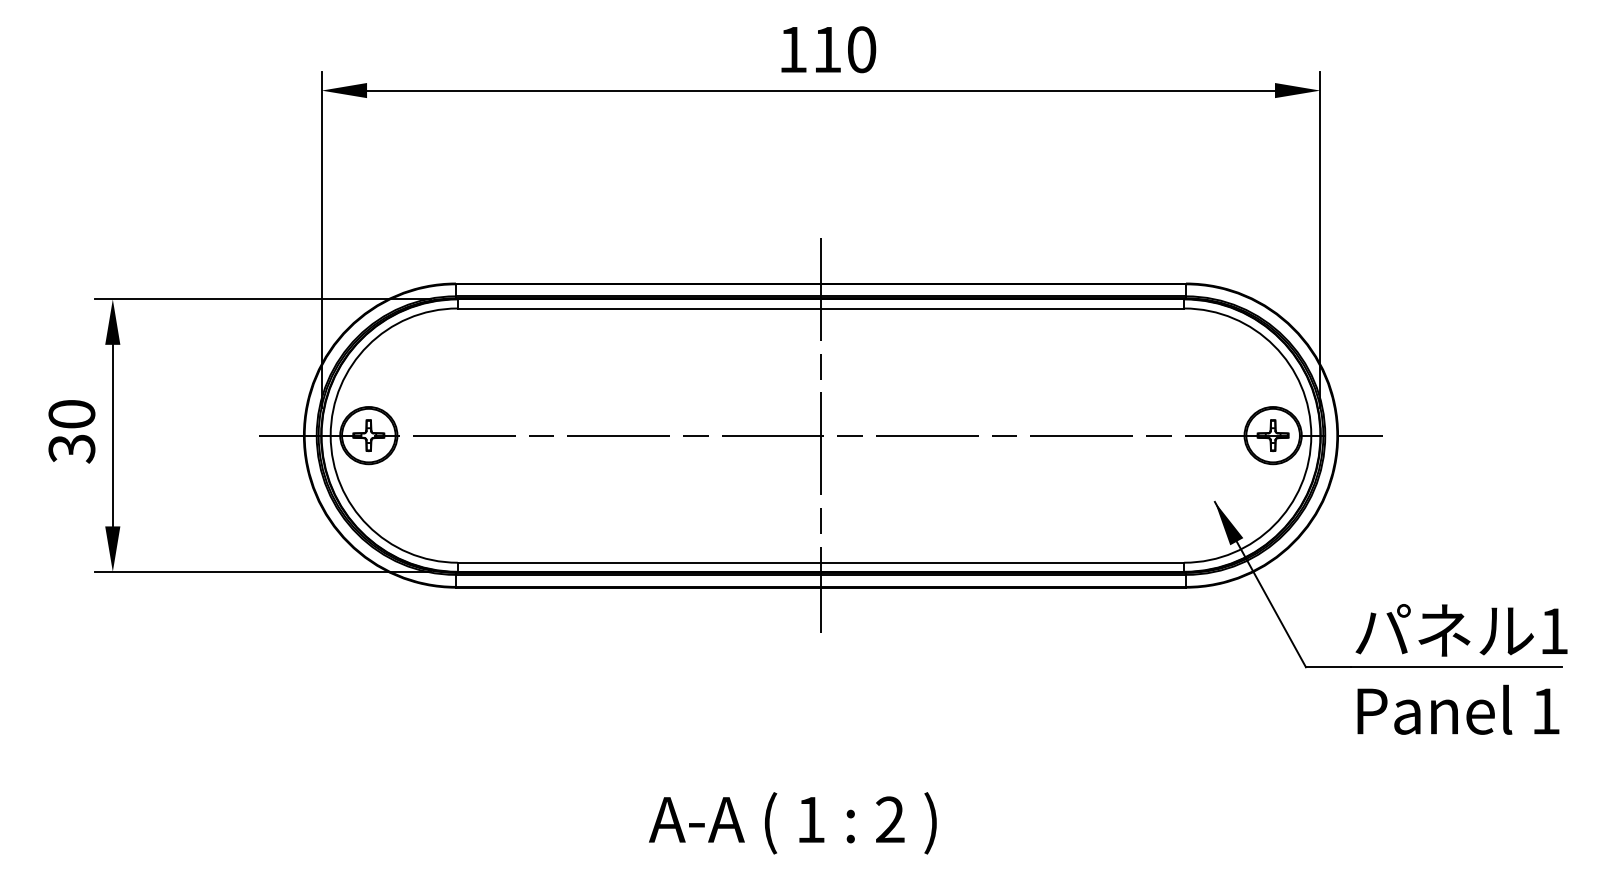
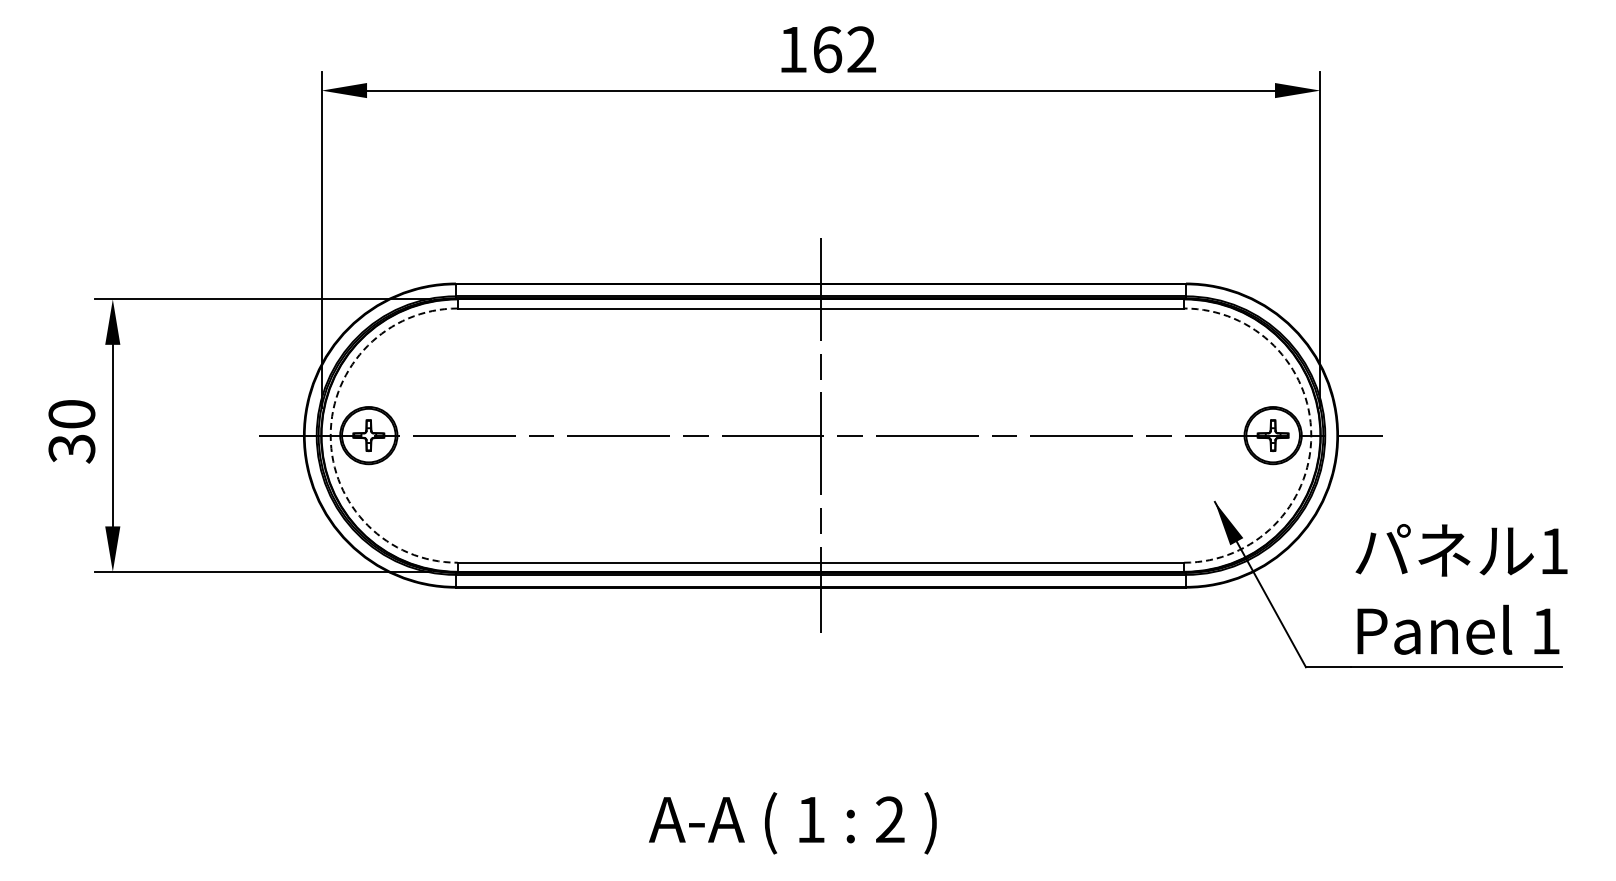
text at (845, 49): 110 -> 162
arc at (330, 435): solid -> dashed
arc at (1311, 435): solid -> dashed
text at (1461, 669) position: (1461, 669) -> (1461, 589)
